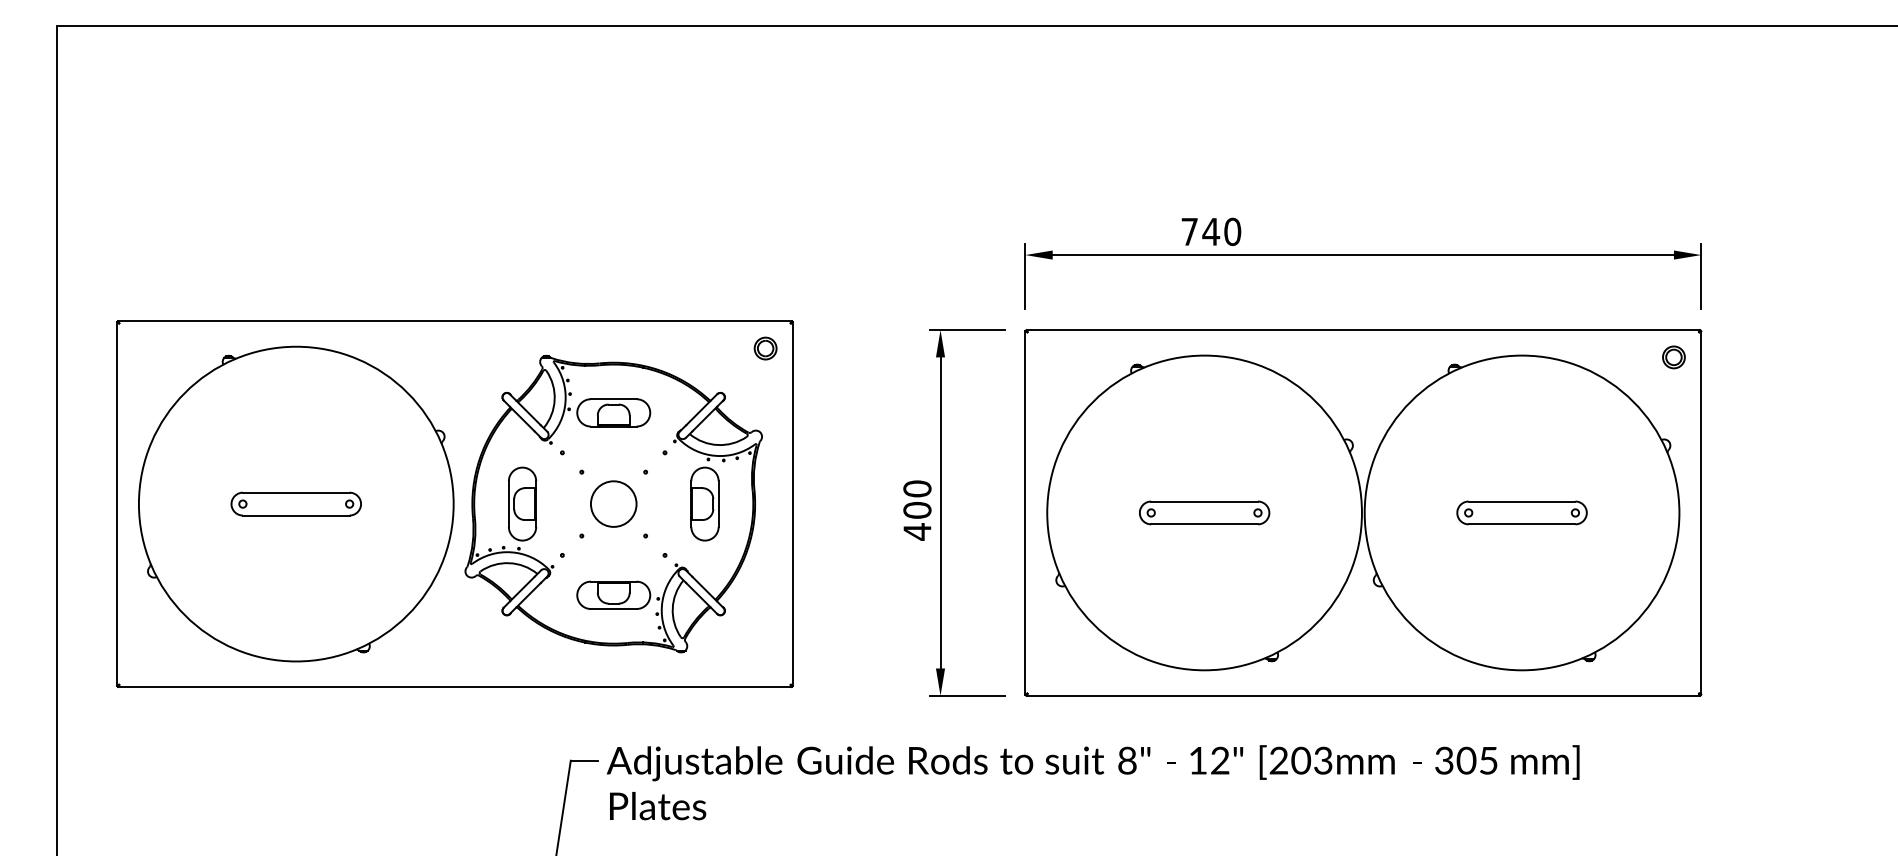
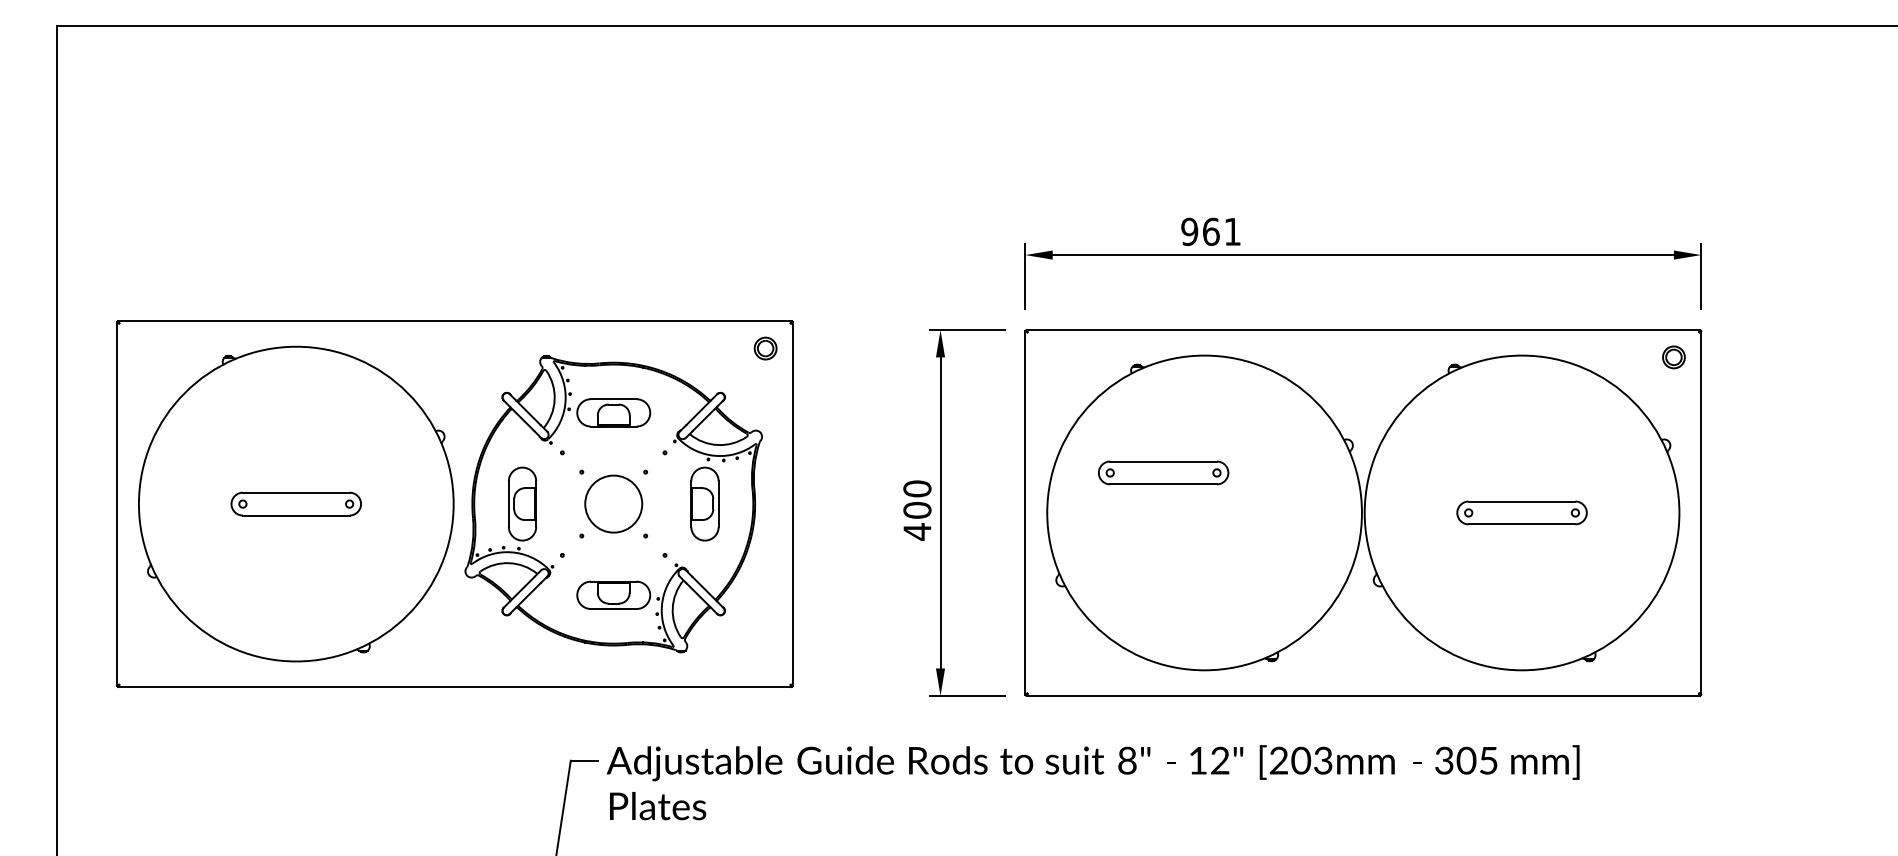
text at (1211, 231): 740 -> 961
circle at (613, 503) diameter: 46 px -> 57 px
part at (1204, 512) position: (1204, 512) -> (1163, 472)
